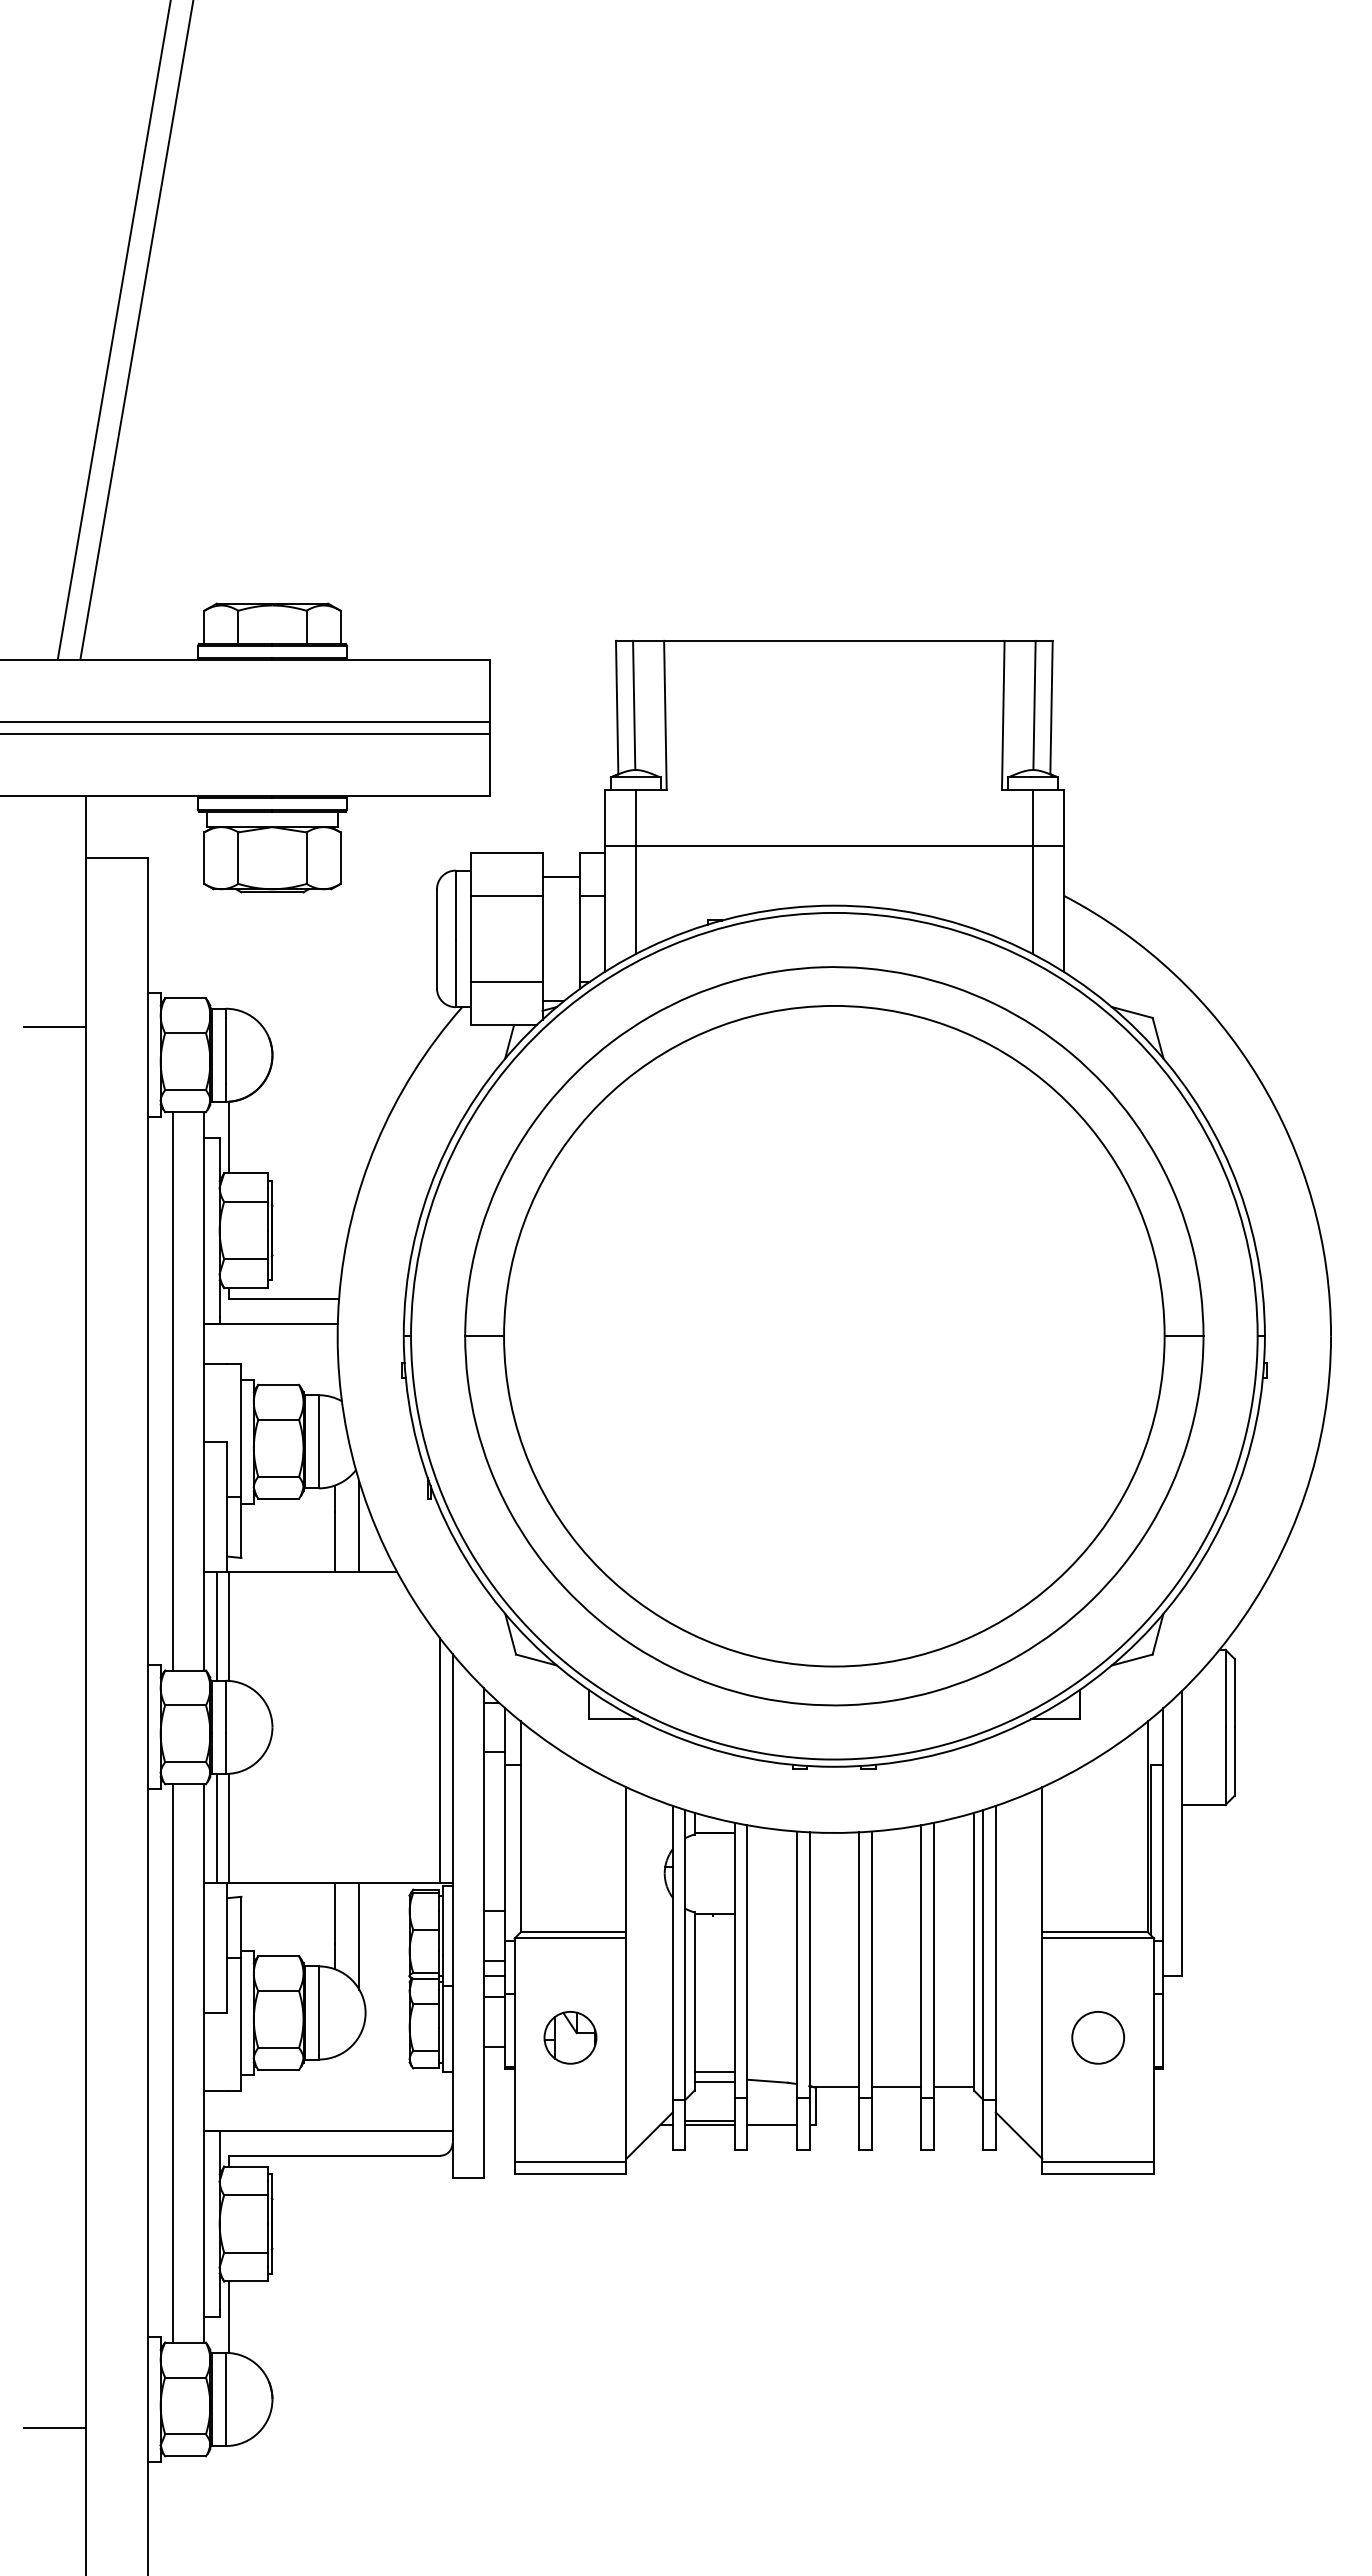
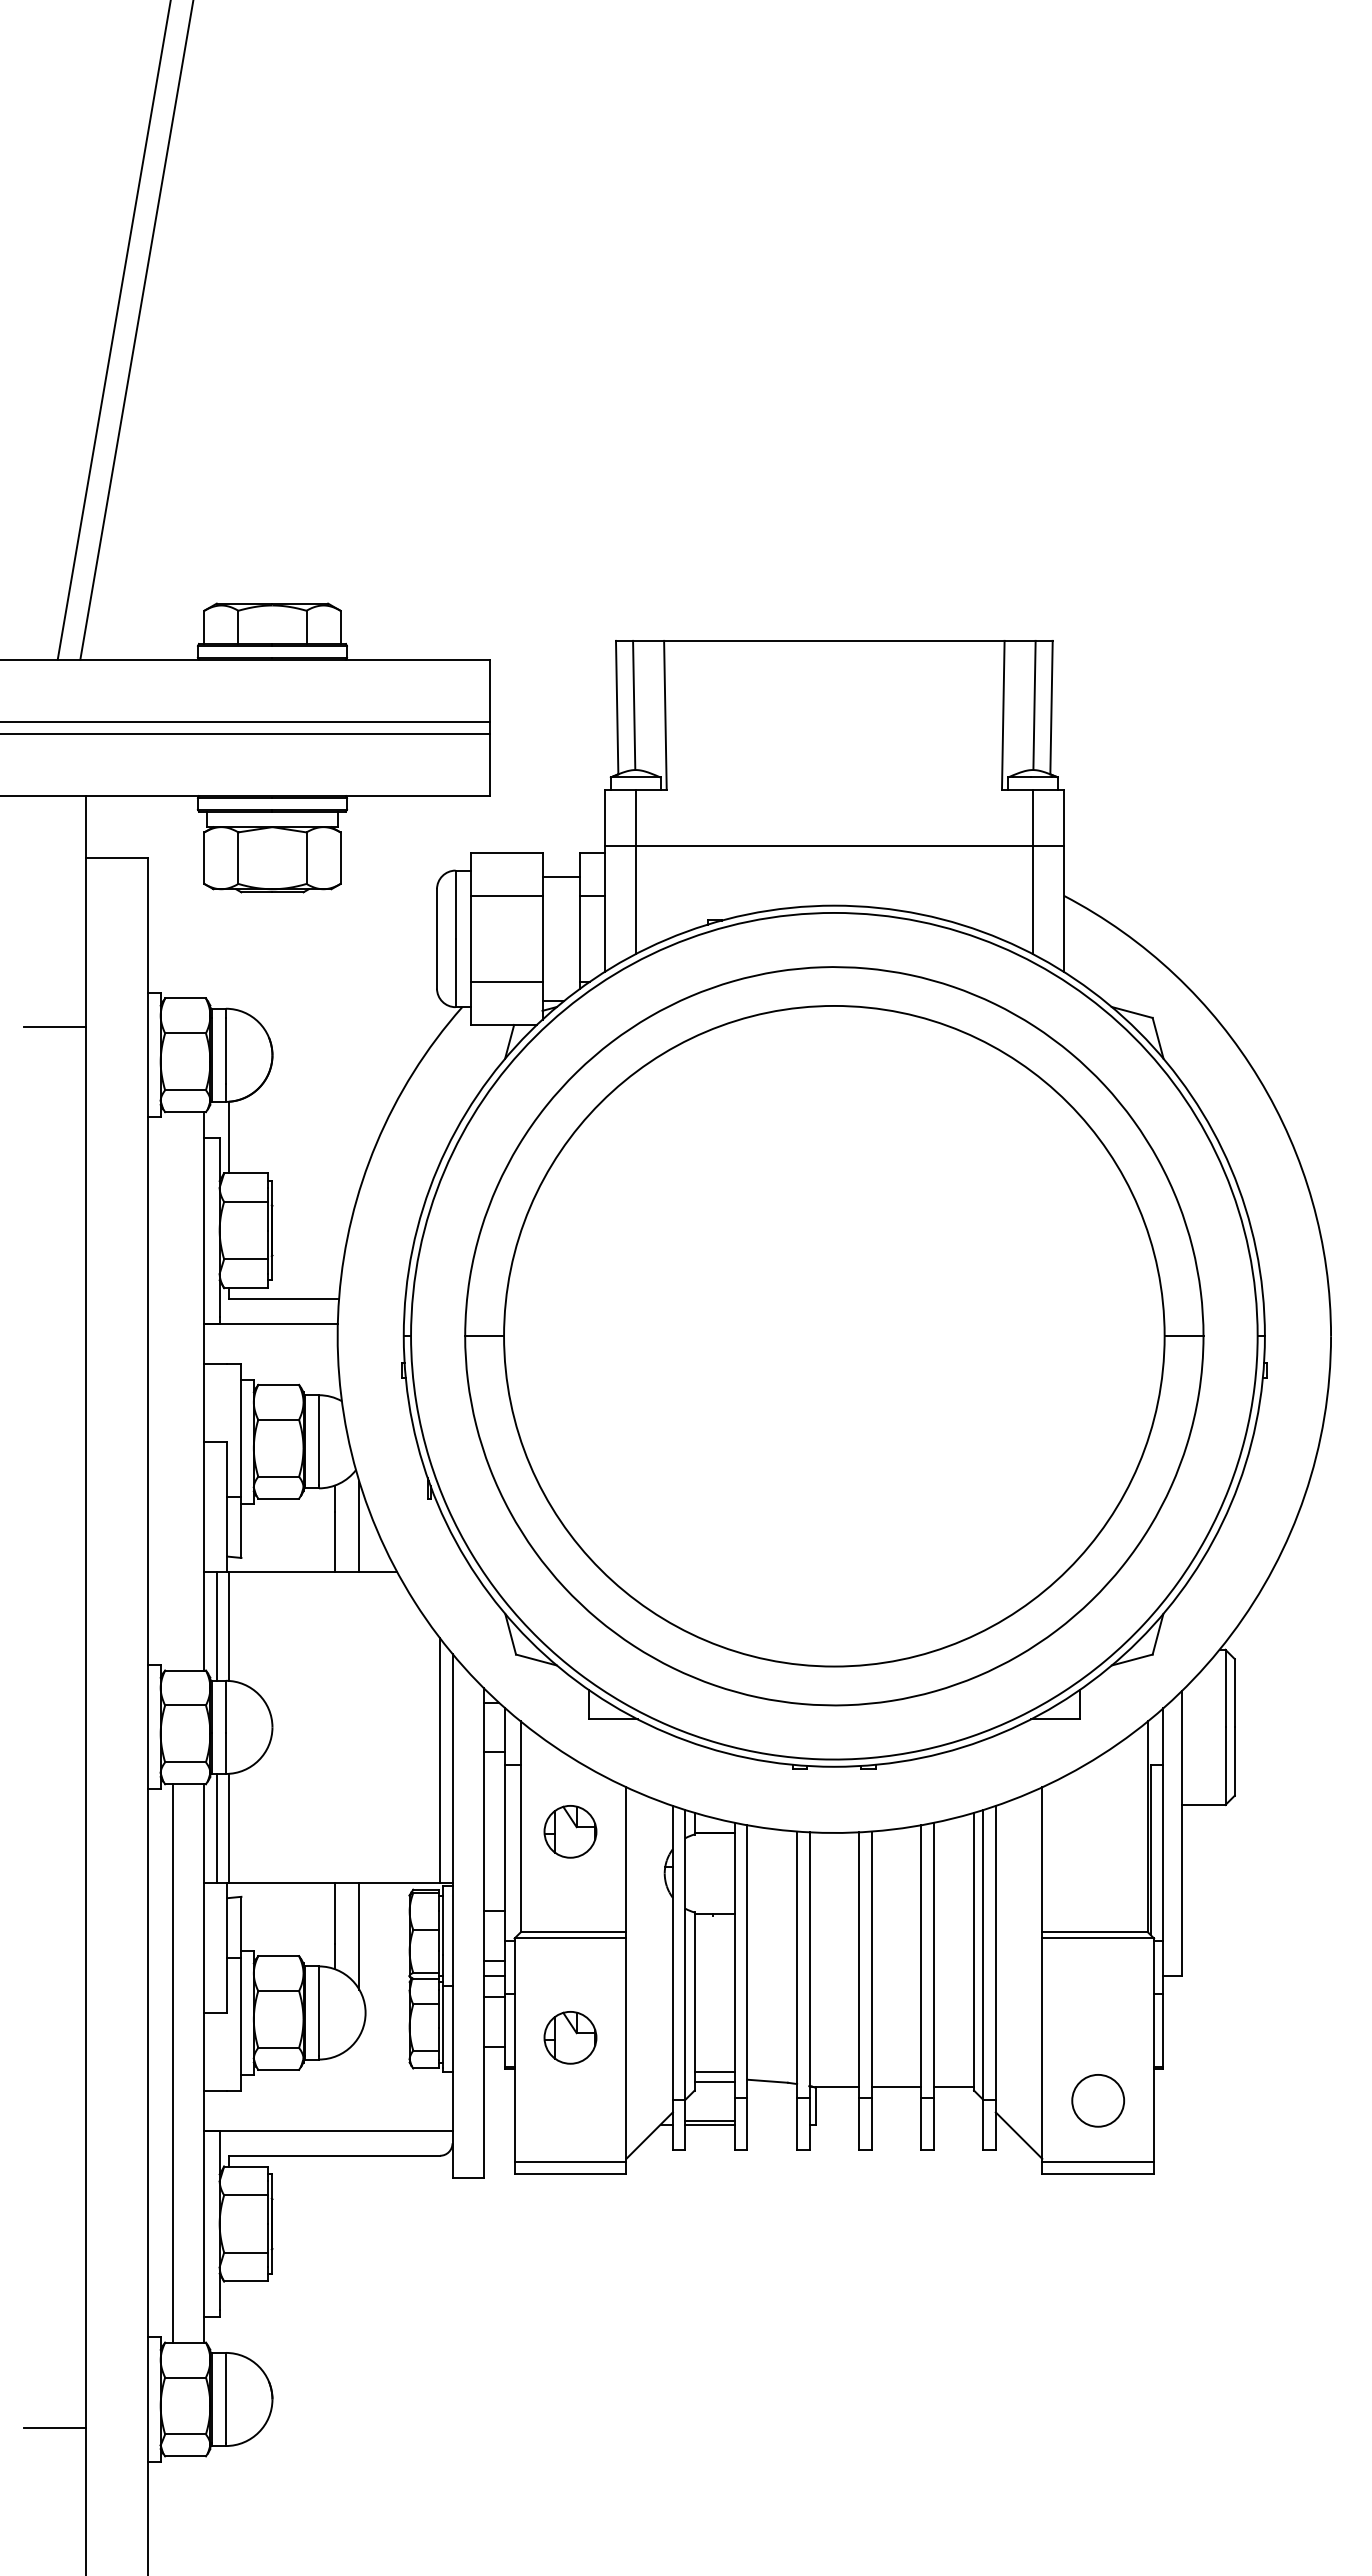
line at (173, 1391): present -> none
part at (570, 1831): none -> present
circle at (1098, 2037) position: (1098, 2037) -> (1098, 2100)
line at (772, 2124): present -> none
line at (229, 2317): present -> none
